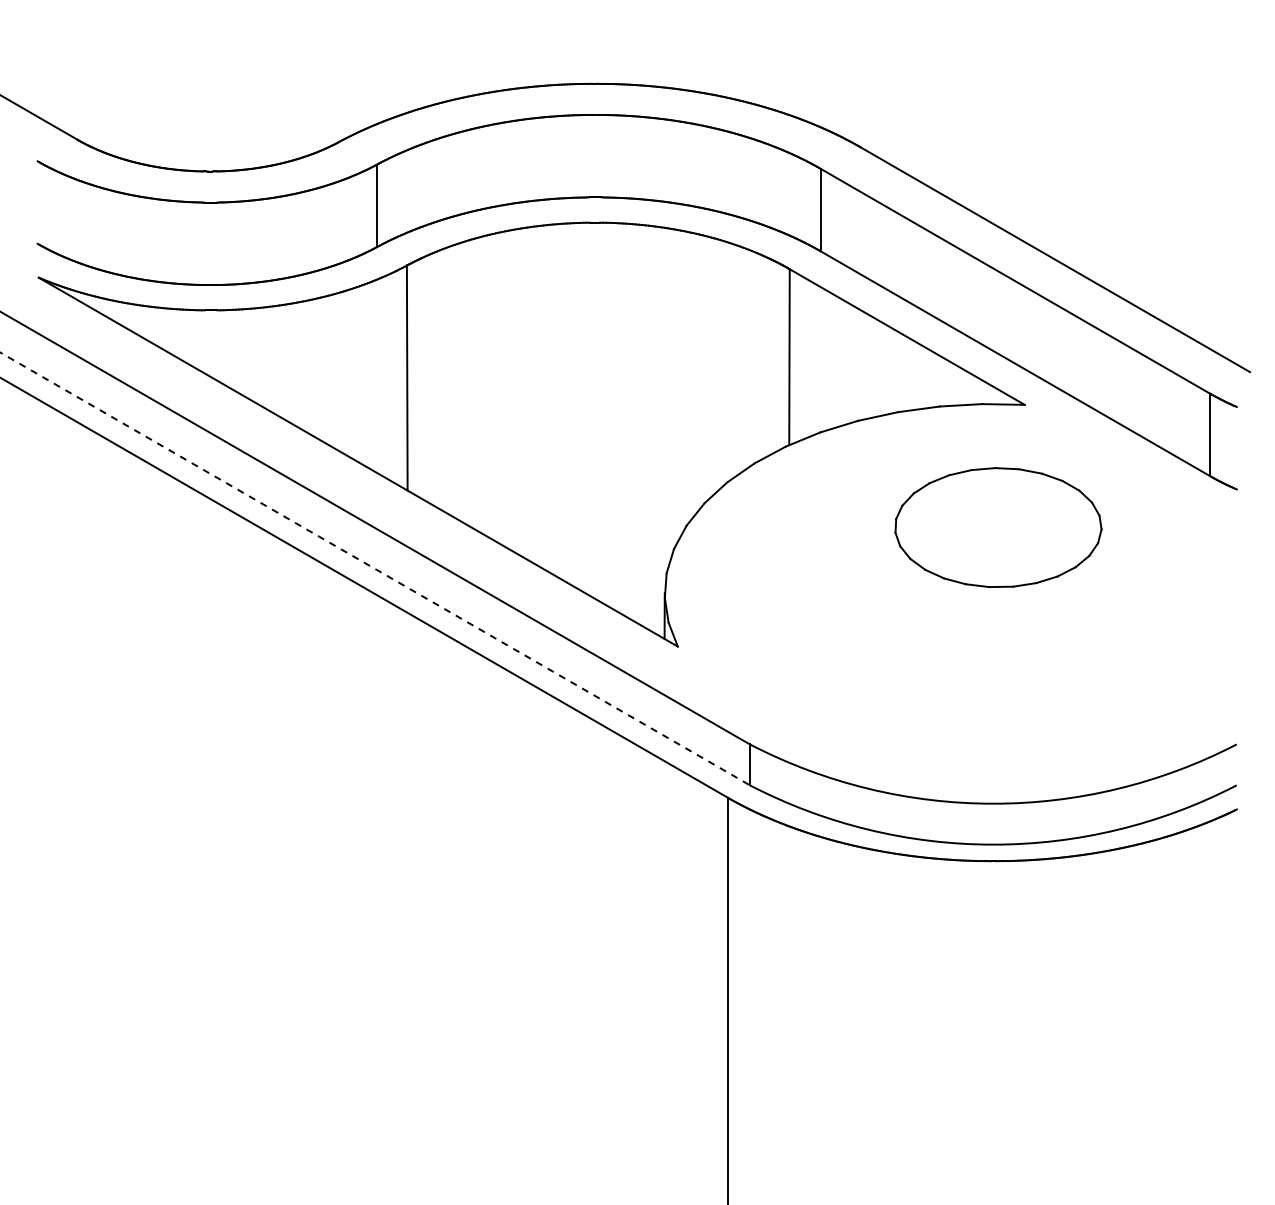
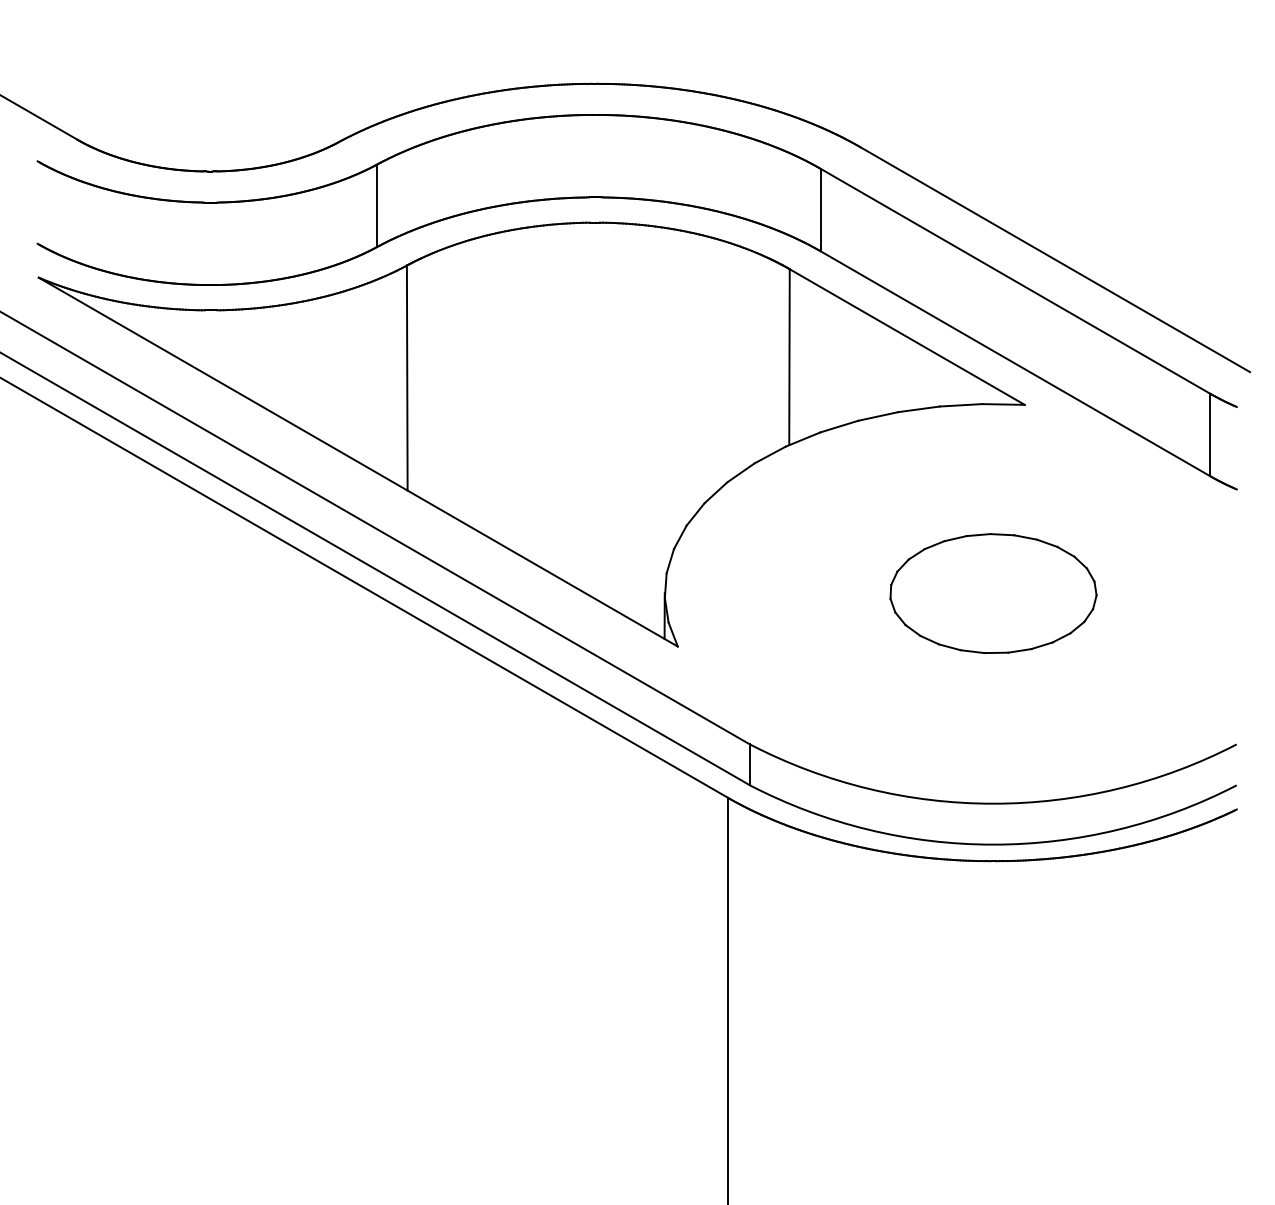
part at (998, 527) position: (998, 527) -> (993, 593)
line at (375, 568): dashed -> solid
